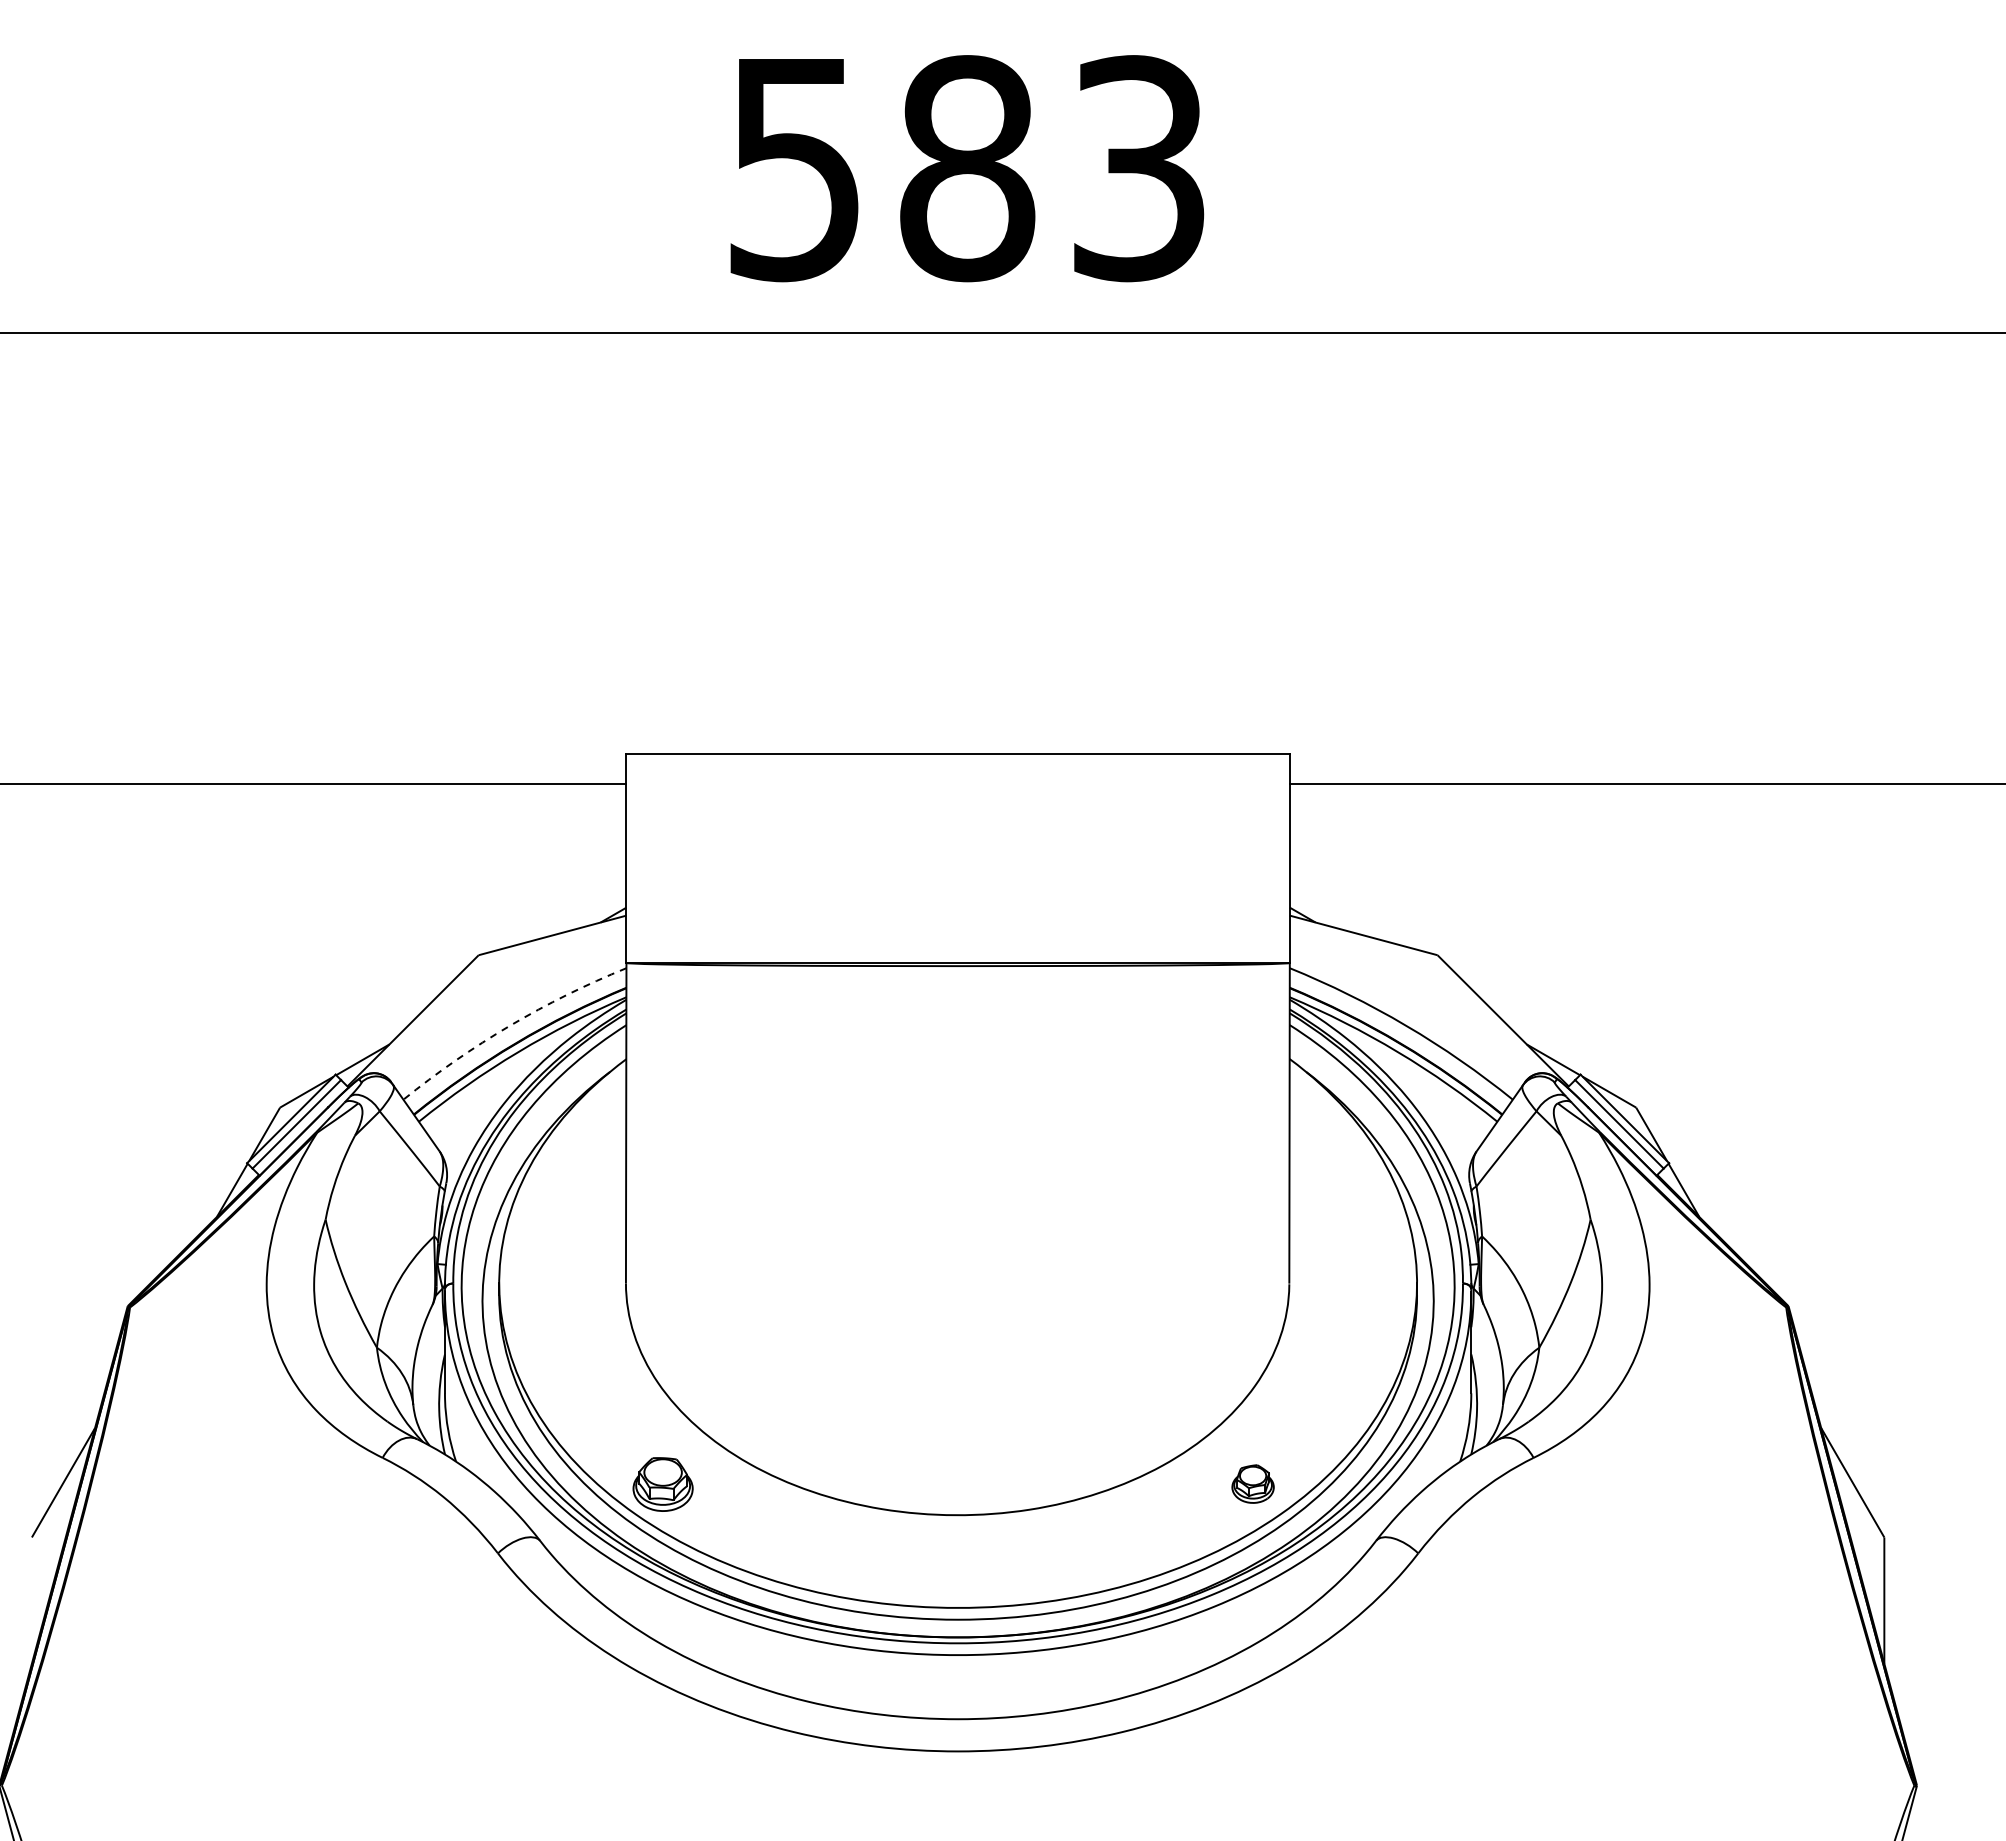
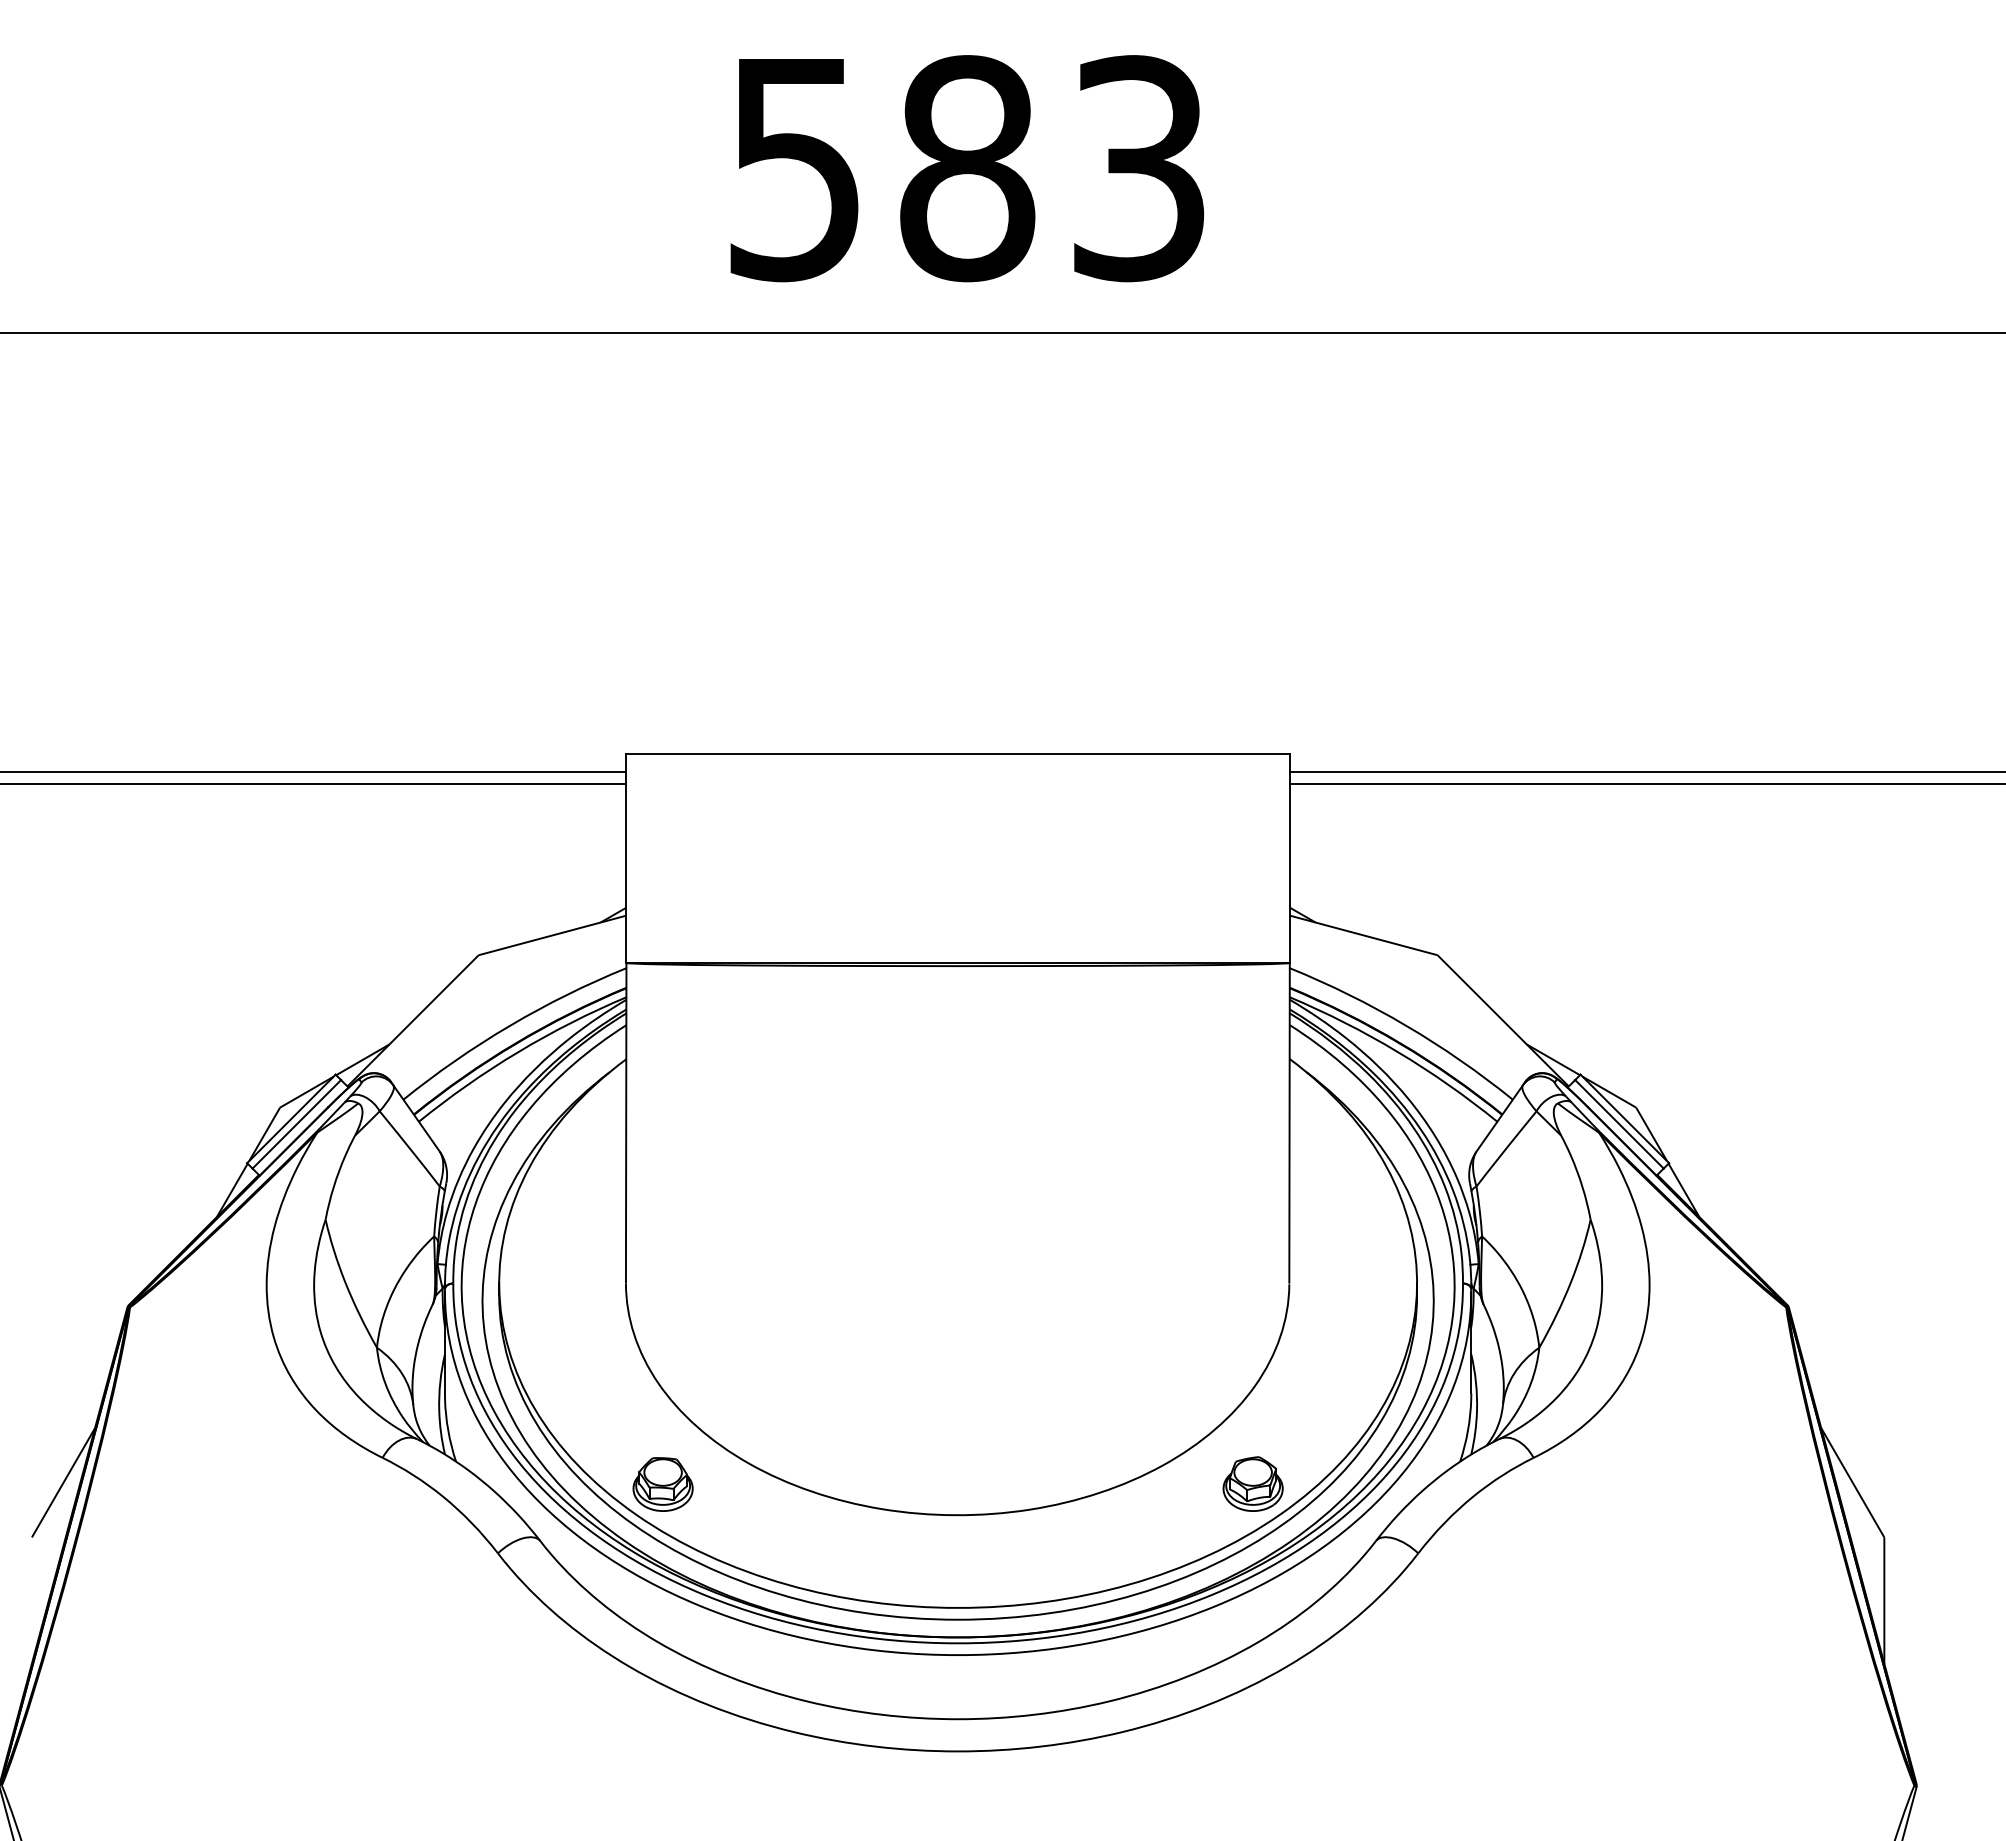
line at (314, 771): none -> present
line at (1645, 771): none -> present
arc at (510, 1025): dashed -> solid
part at (1252, 1483) size: 44x40 px -> 62x56 px
